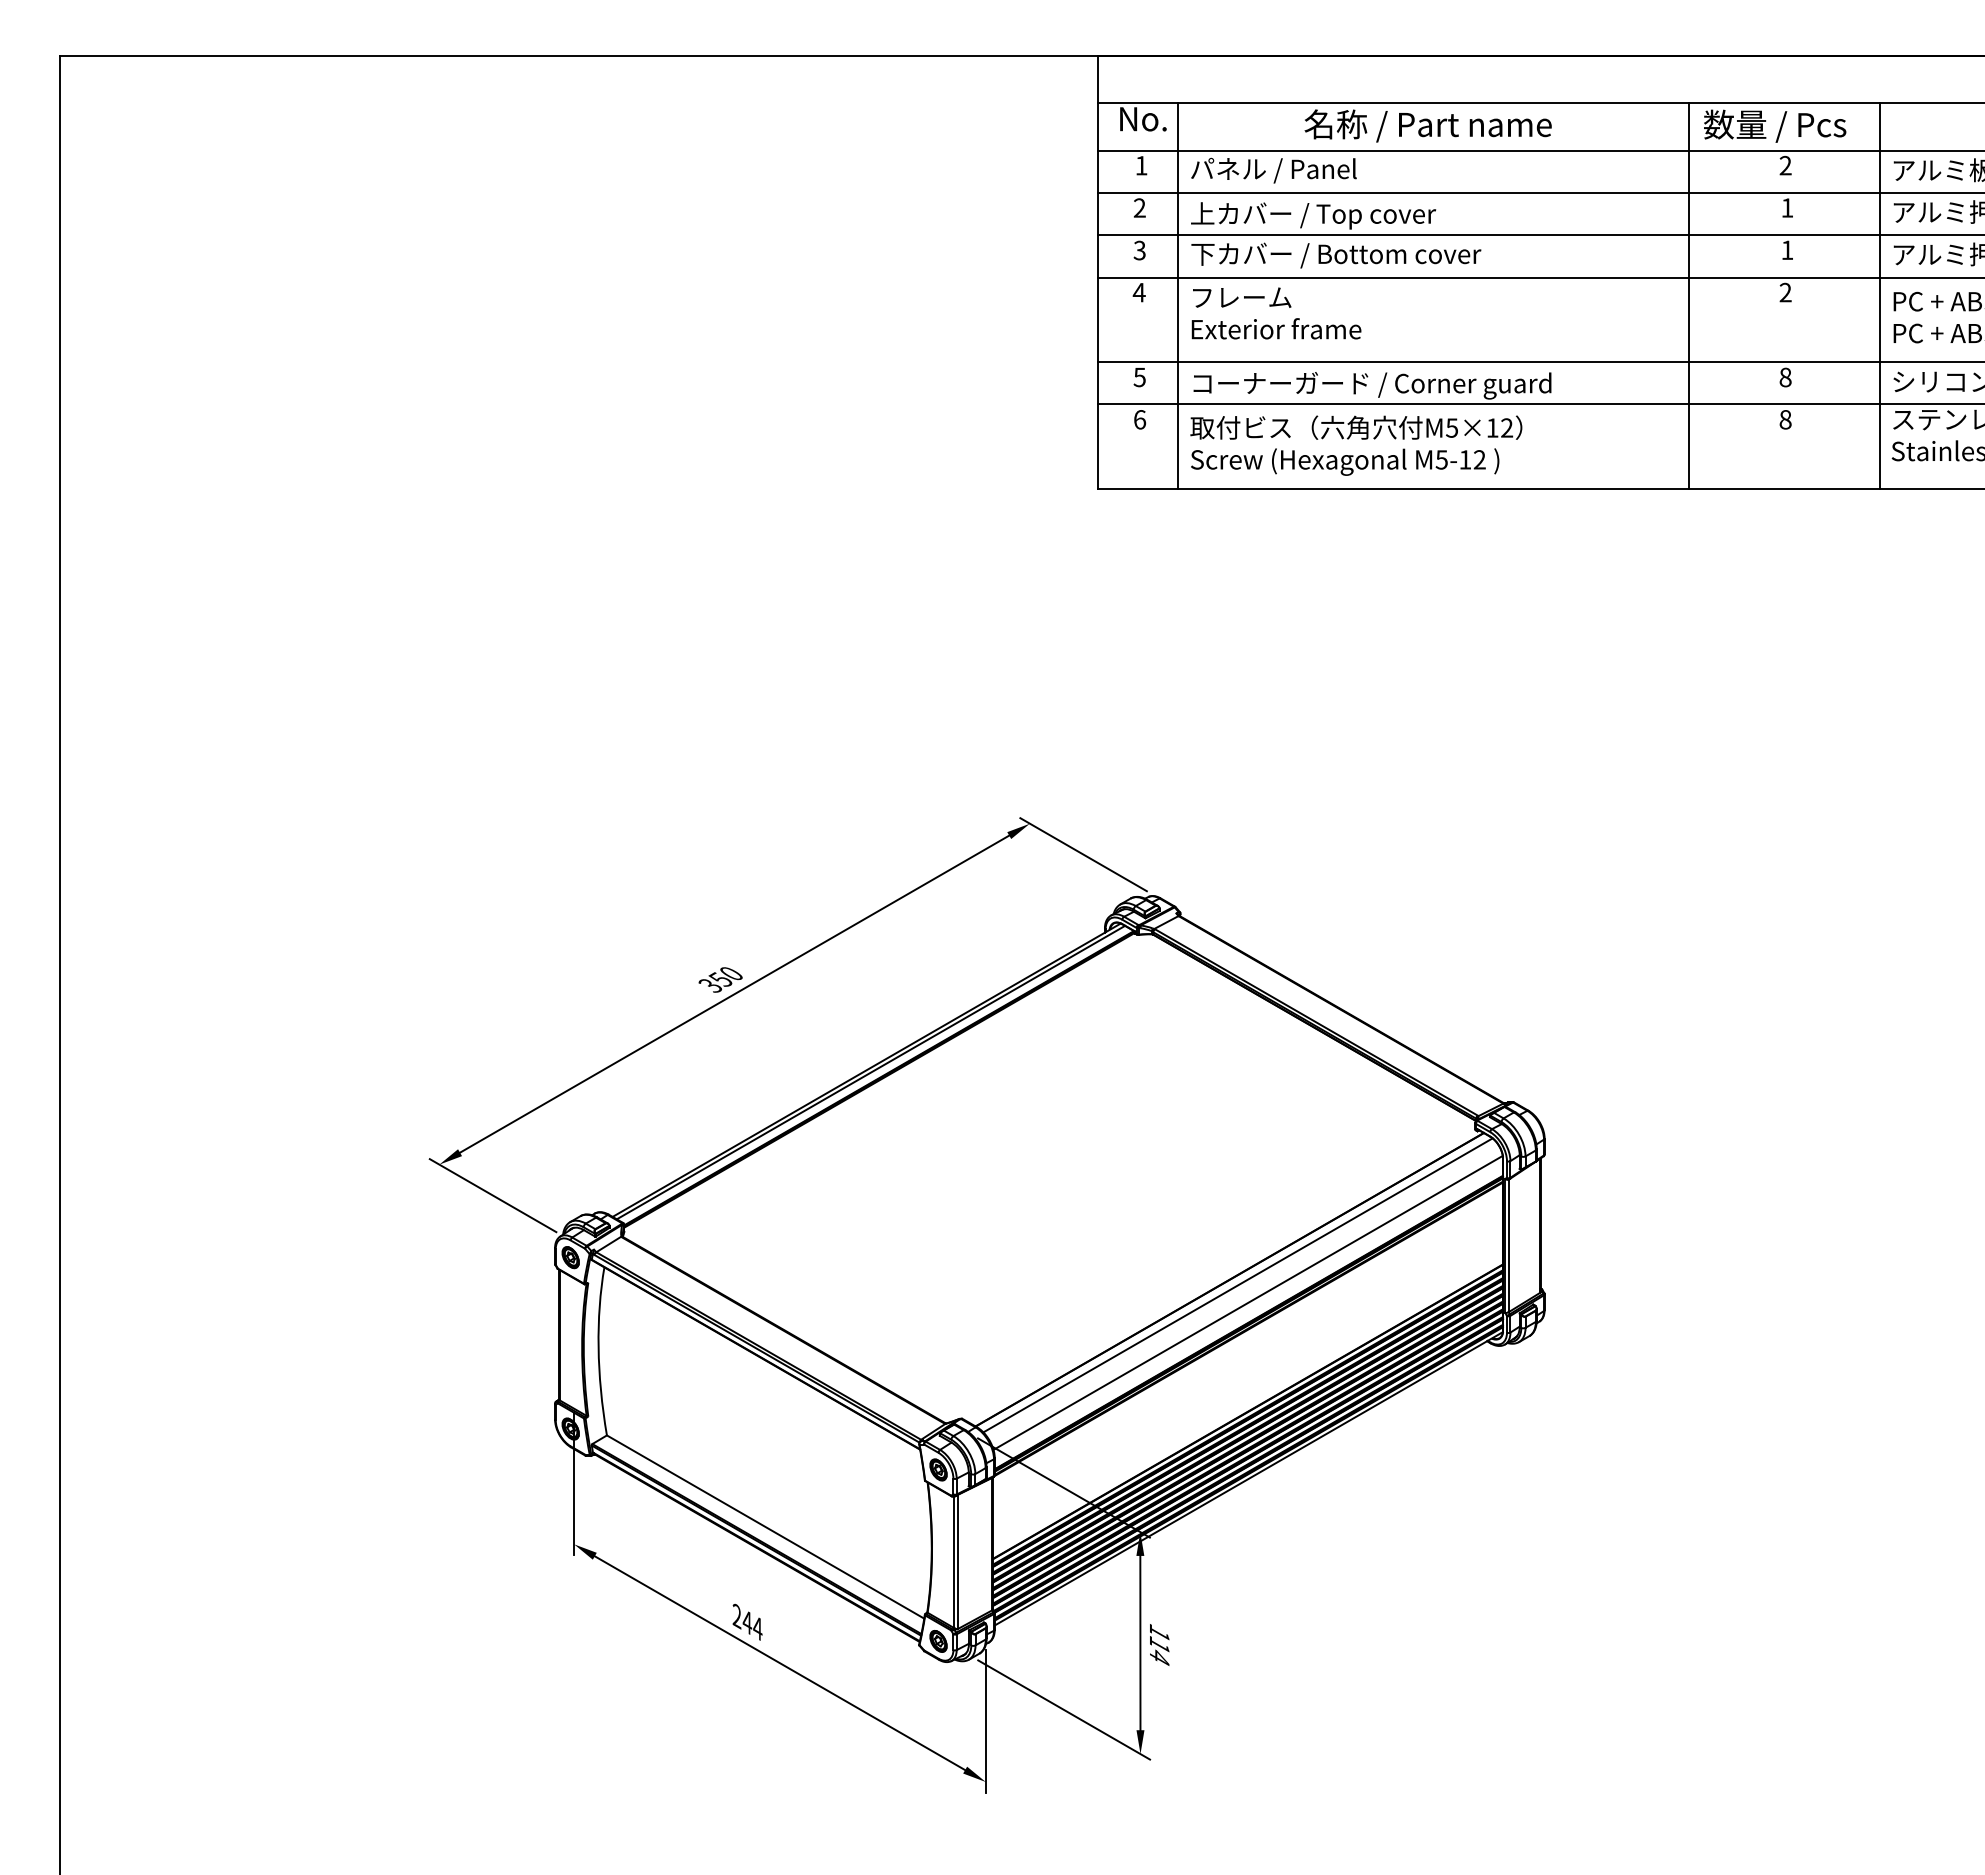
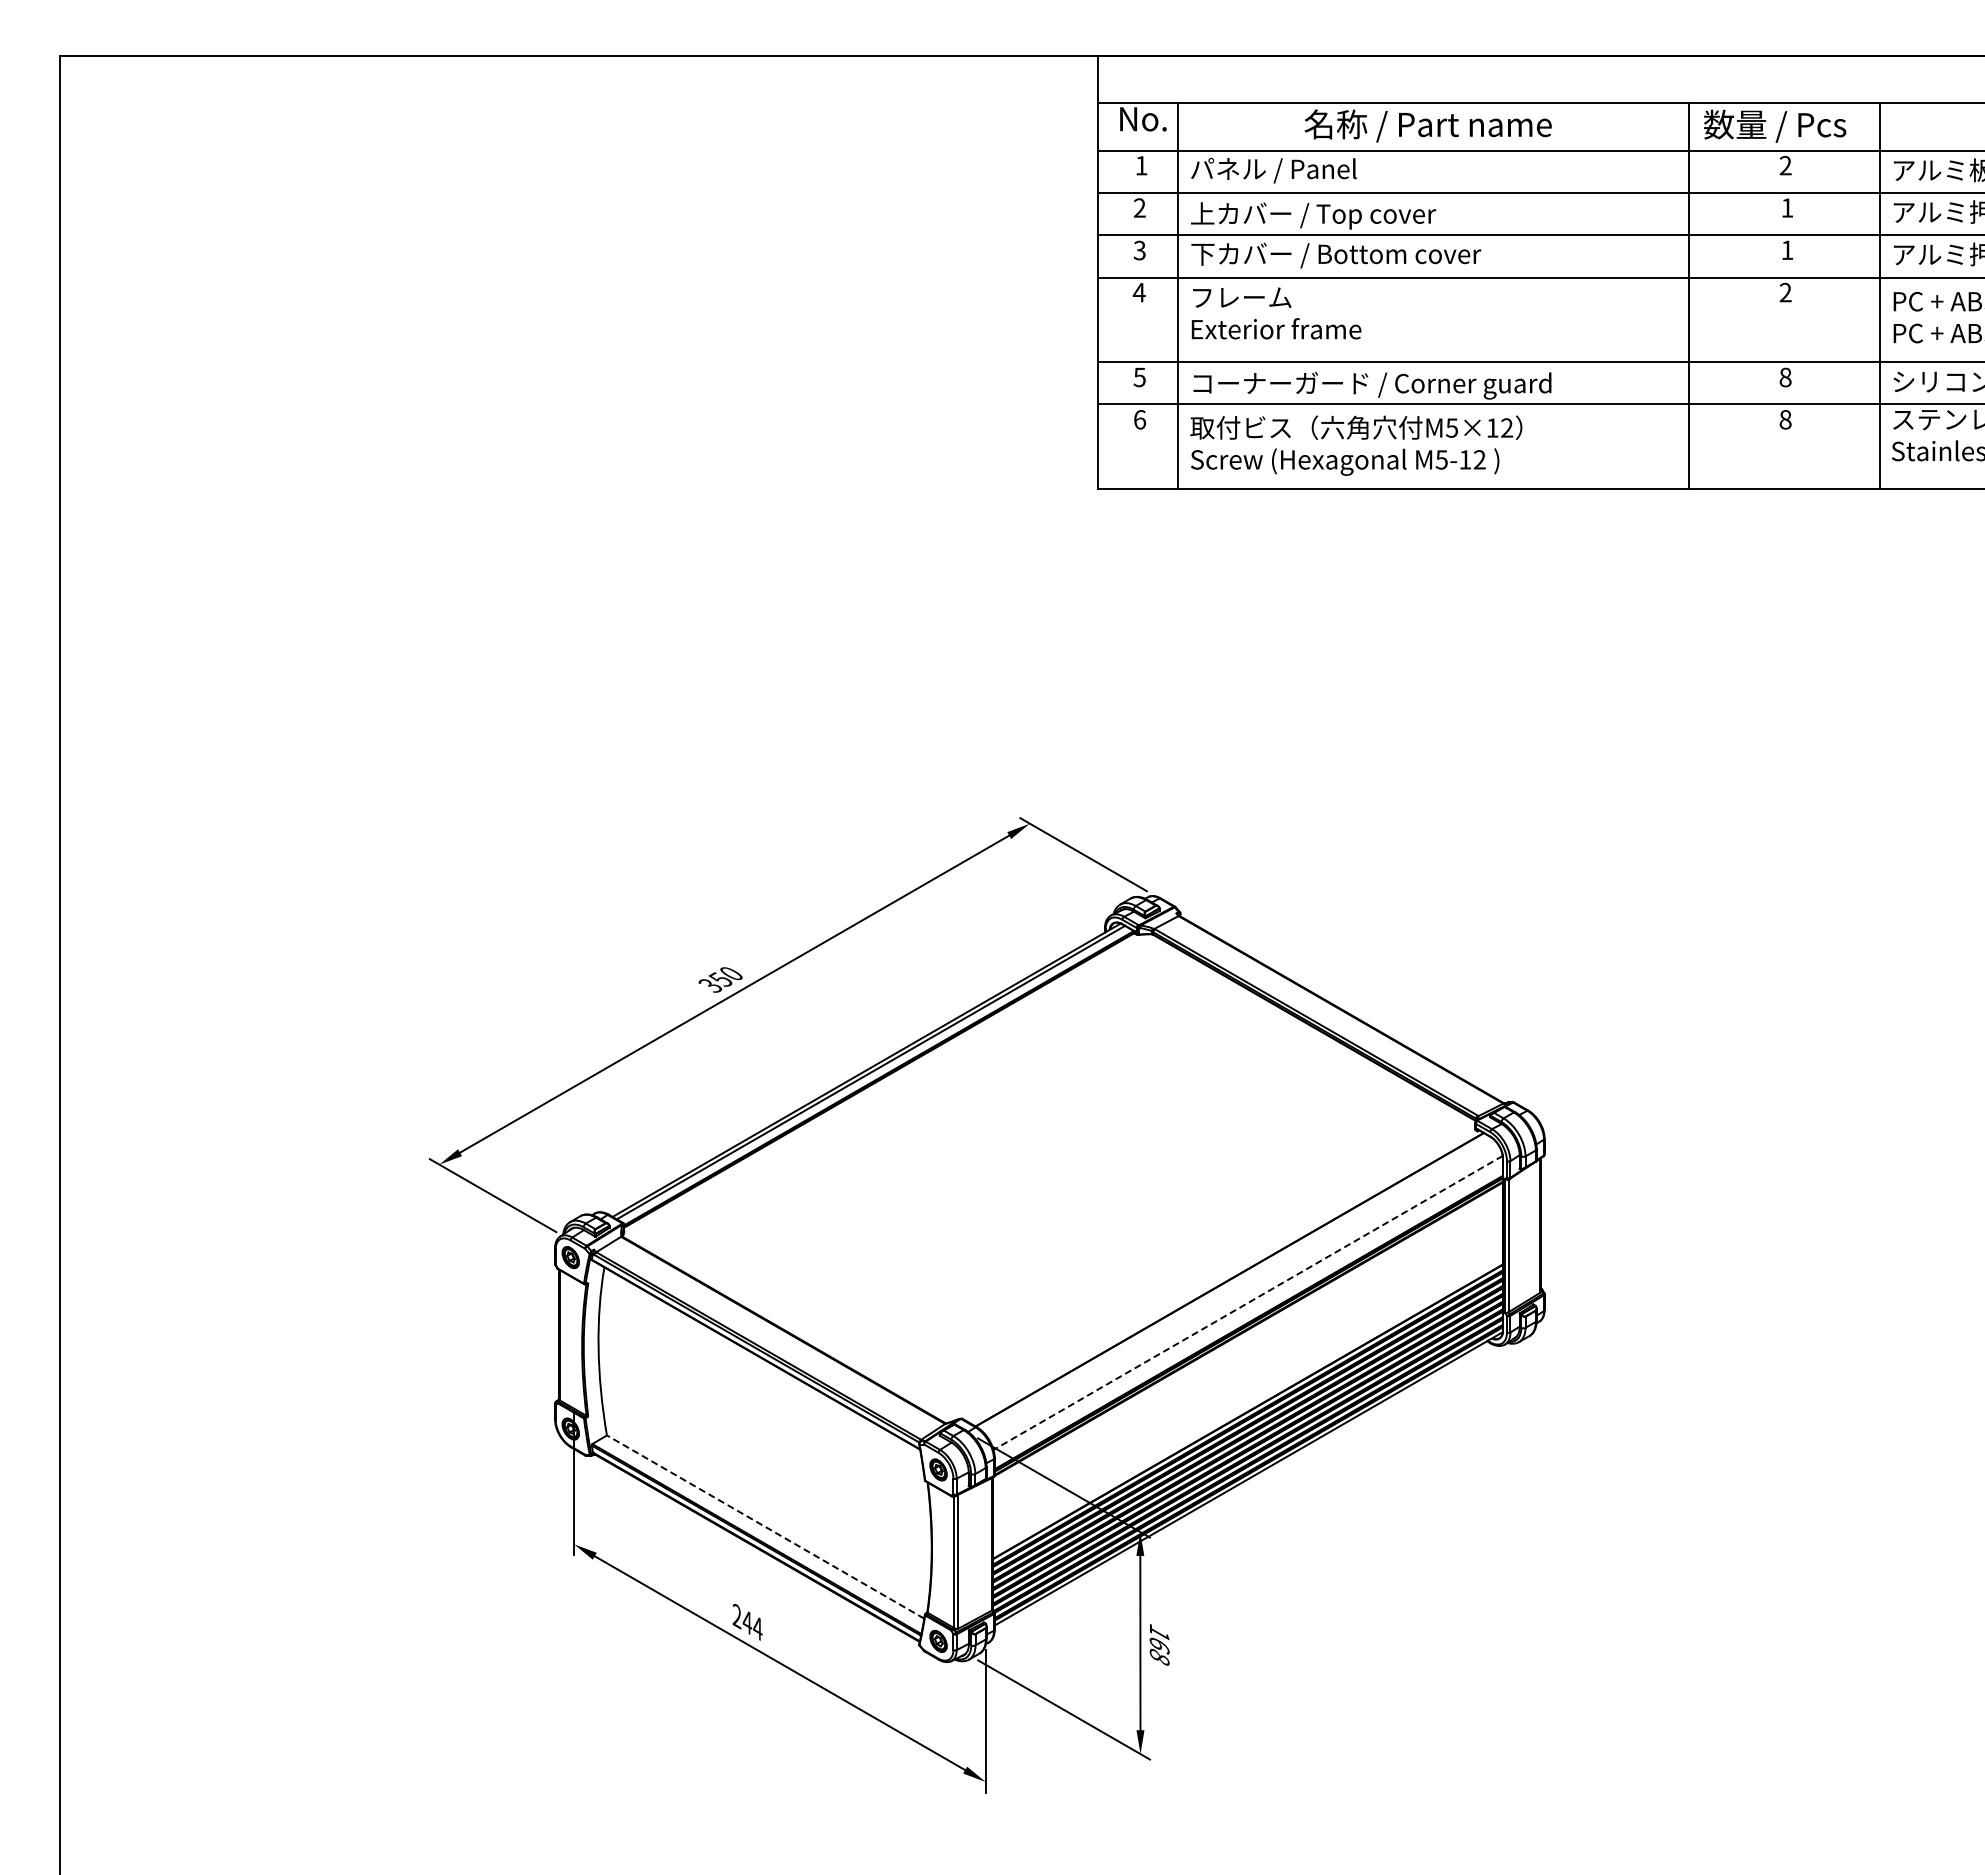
line at (1237, 1285): present -> none
line at (1247, 1303): solid -> dashed
line at (765, 1526): solid -> dashed
text at (1159, 1650): 114 -> 168
